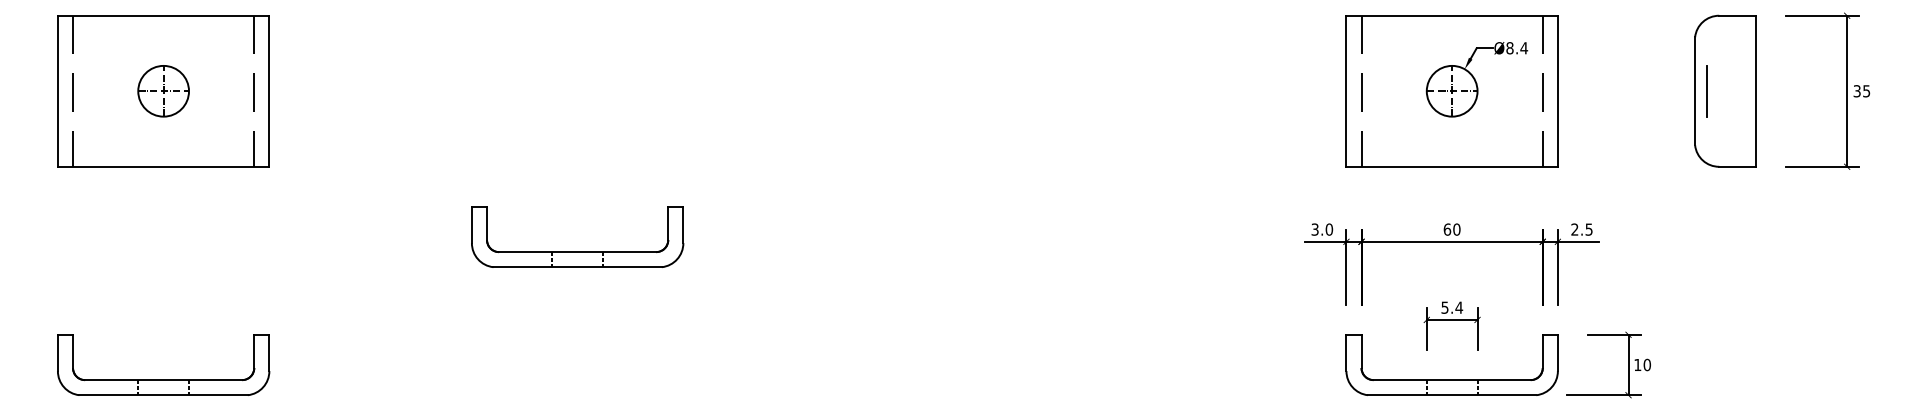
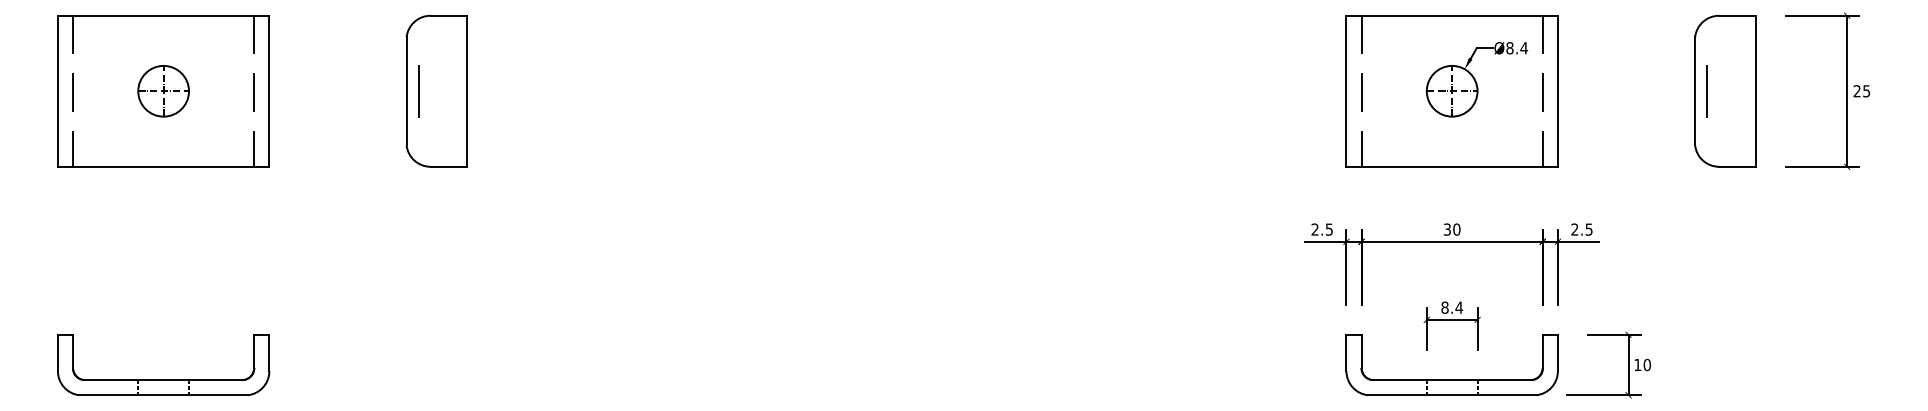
part at (436, 90): none -> present
text at (1856, 91): 35 -> 25
text at (1322, 229): 3.0 -> 2.5
text at (1447, 229): 60 -> 30
part at (577, 251): present -> none
text at (1444, 307): 5.4 -> 8.4
